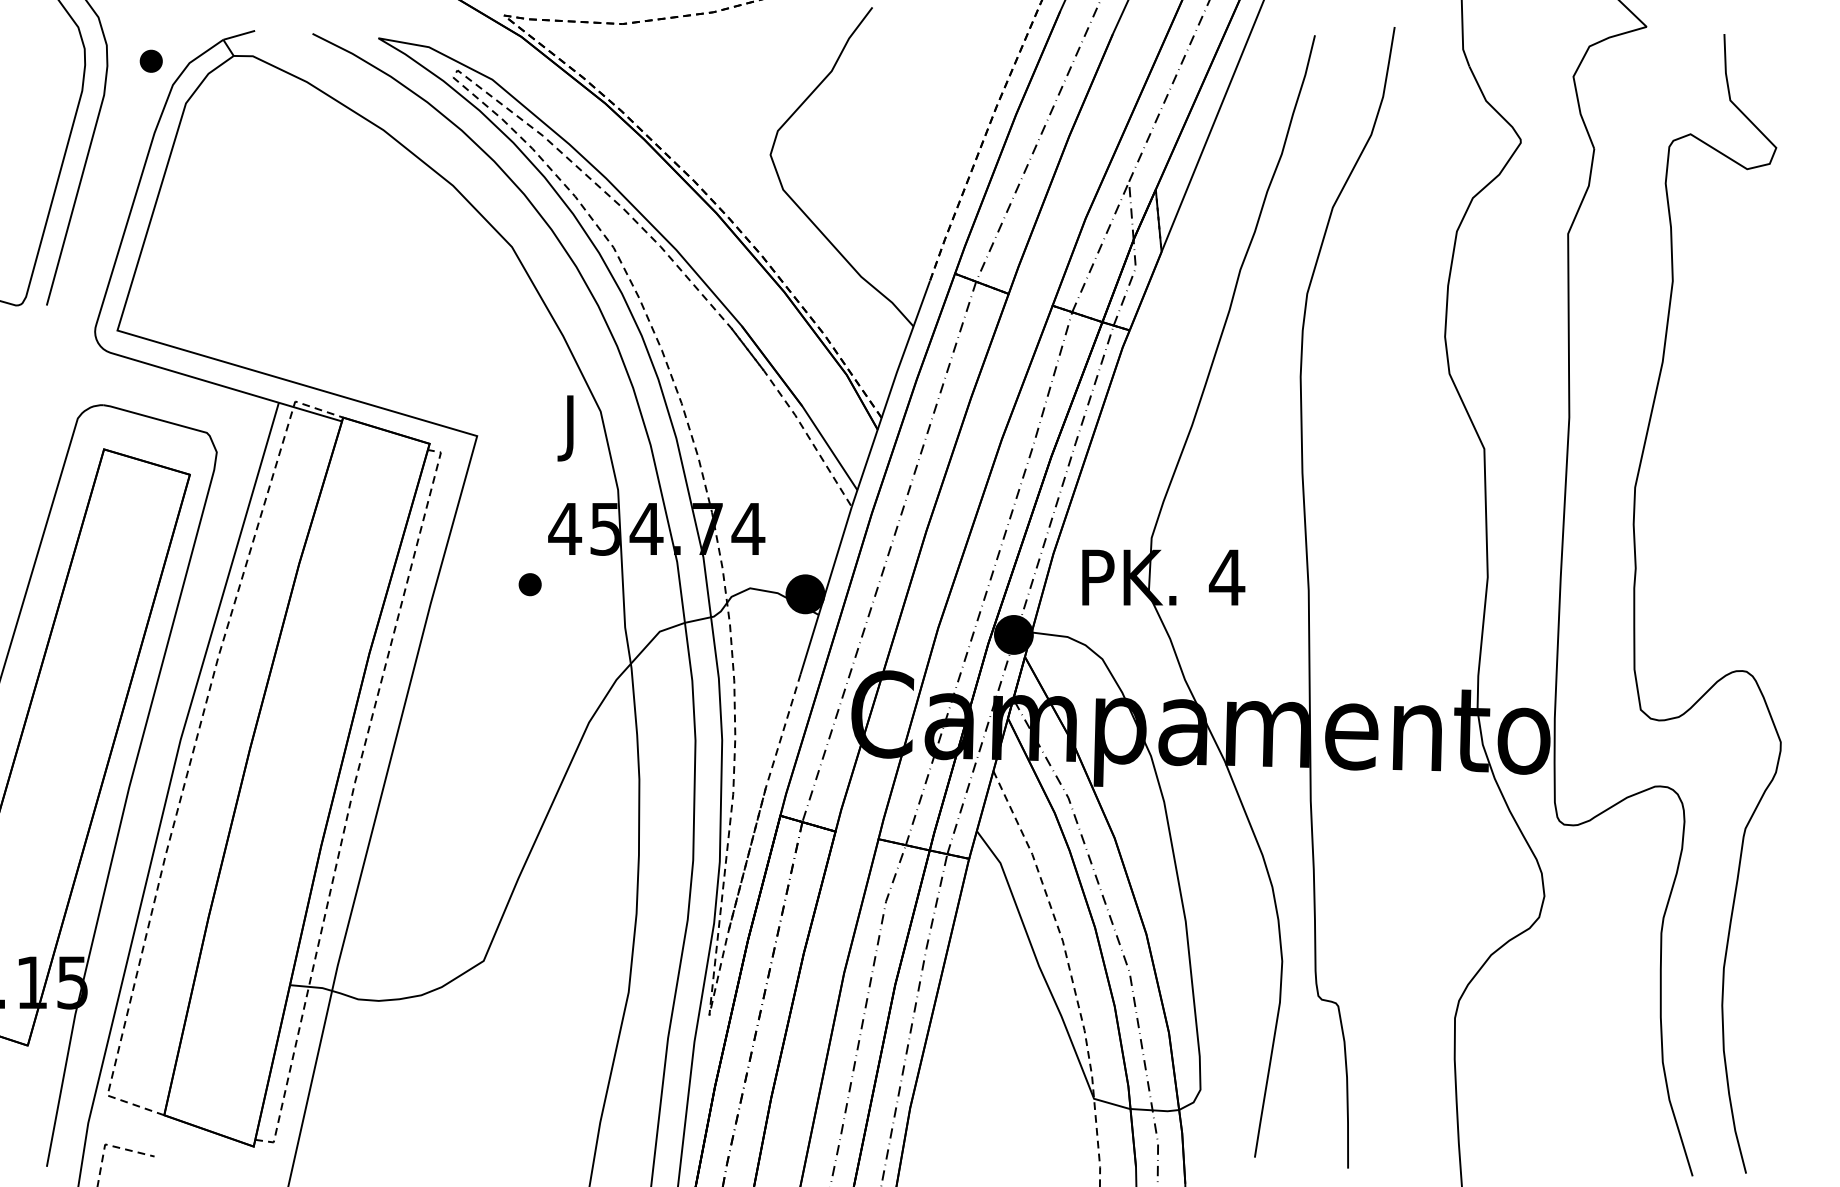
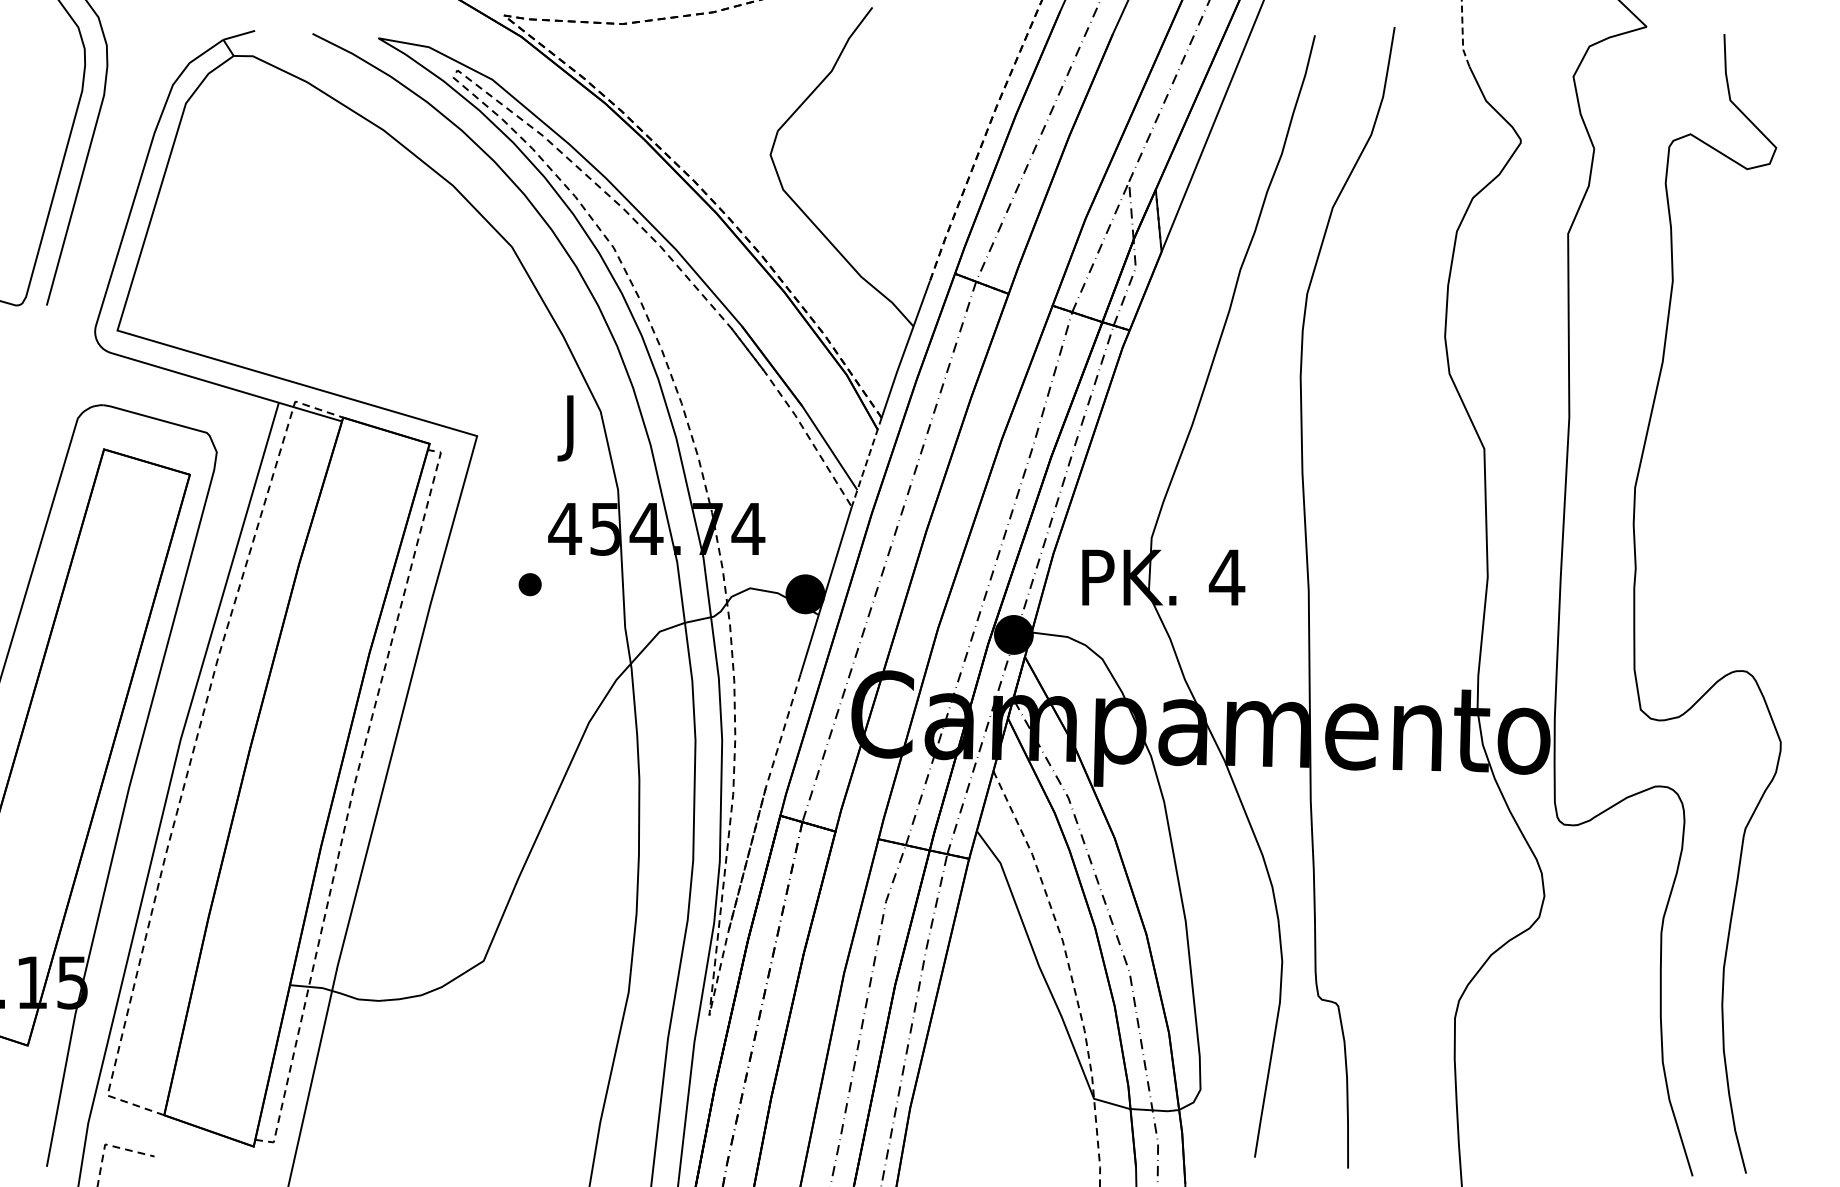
line at (1462, 34): solid -> dashed
part at (150, 60): present -> none
line at (866, 462): solid -> dashed
